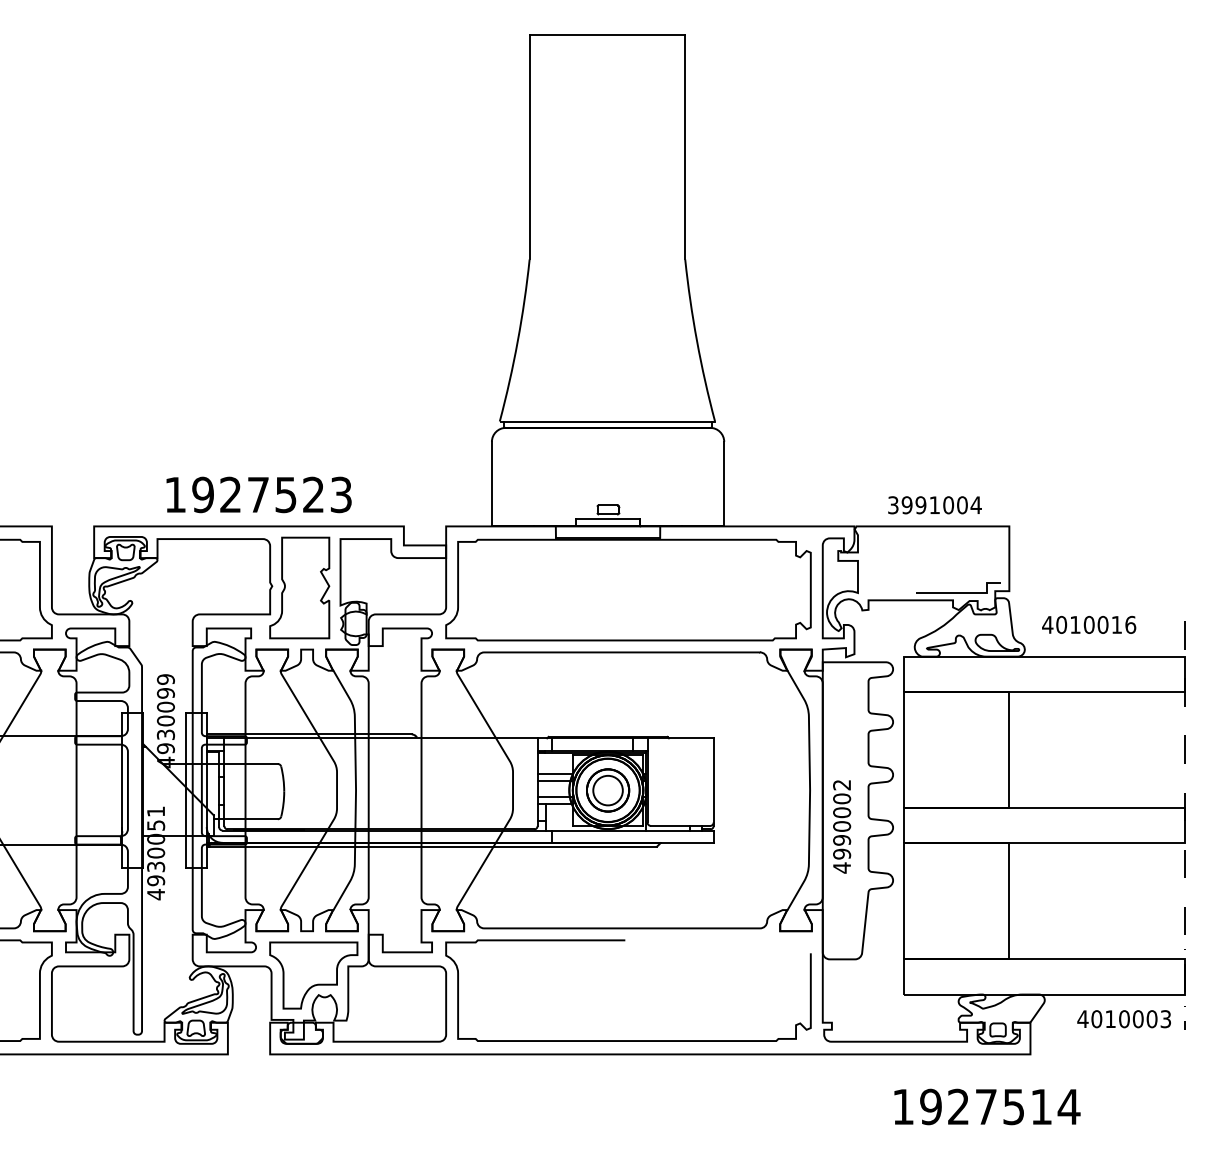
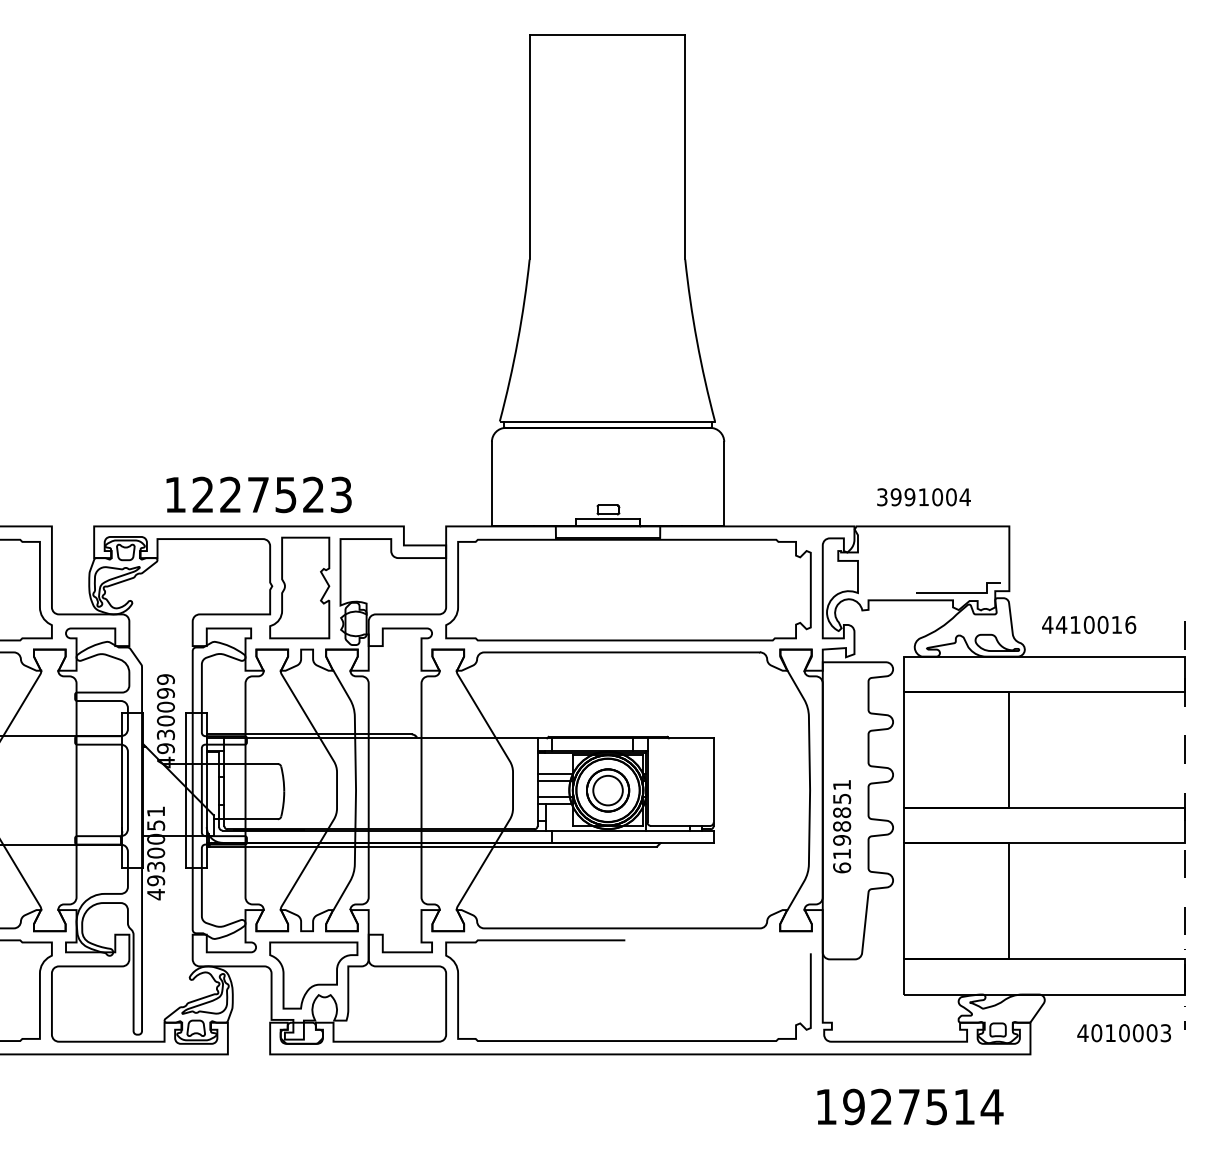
text at (202, 494): 1927523 -> 1227523
text at (934, 505) position: (934, 505) -> (923, 497)
text at (1061, 624): 4010016 -> 4410016
text at (842, 826): 4990002 -> 6198851
text at (1123, 1019) position: (1123, 1019) -> (1123, 1033)
text at (987, 1106) position: (987, 1106) -> (910, 1106)
